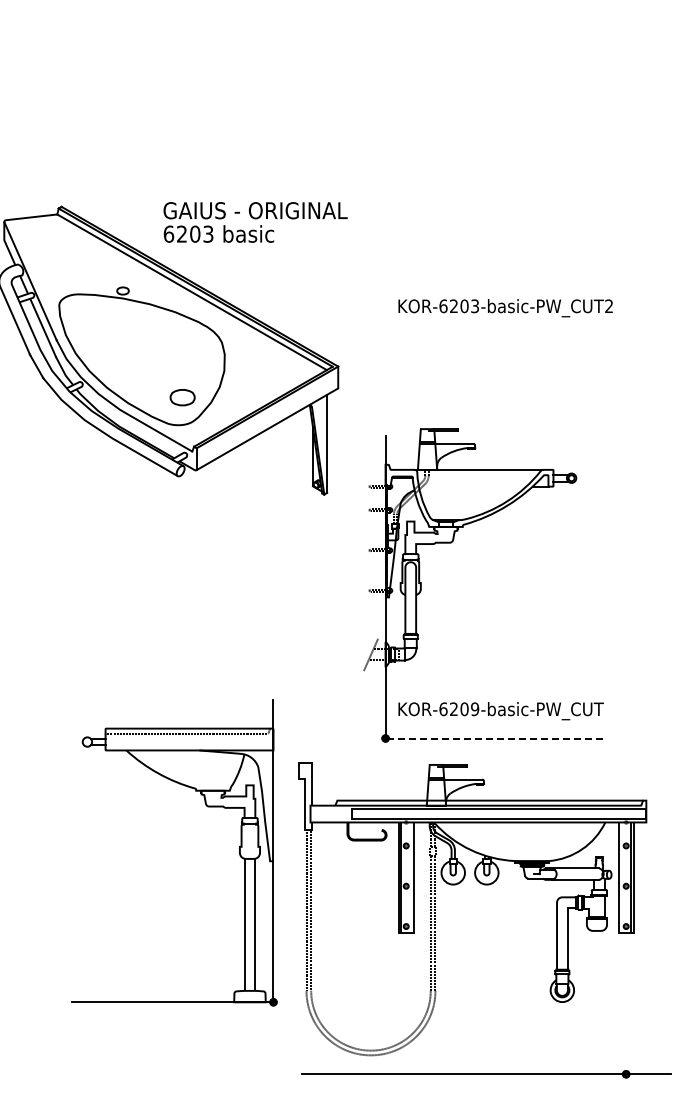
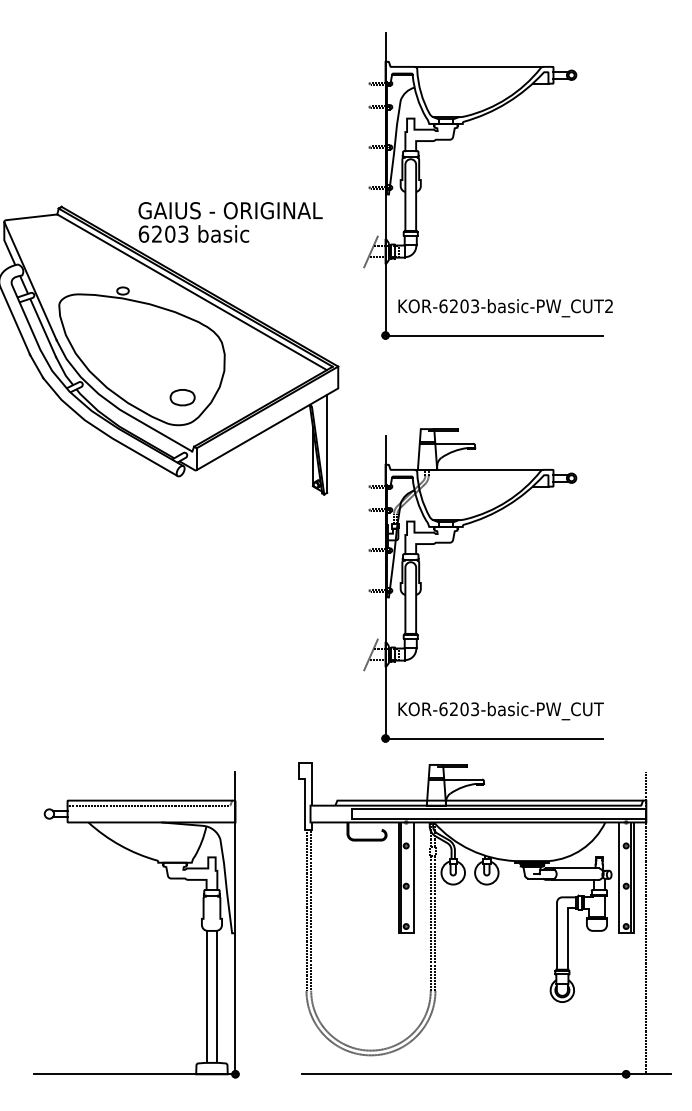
part at (451, 140): none -> present
text at (255, 222) position: (255, 222) -> (230, 222)
text at (475, 708): KOR-6209-basic-PW_CUT -> KOR-6203-basic-PW_CUT
line at (494, 738): dashed -> solid
part at (206, 806) position: (206, 806) -> (168, 878)
line at (646, 923): none -> present
